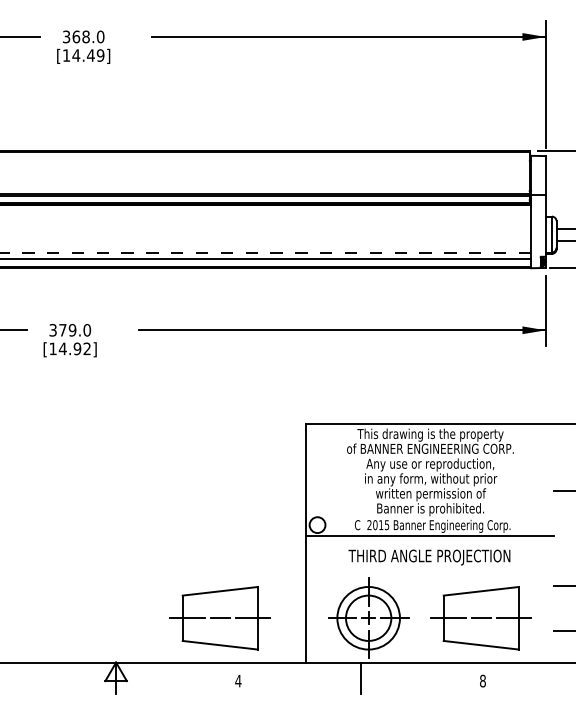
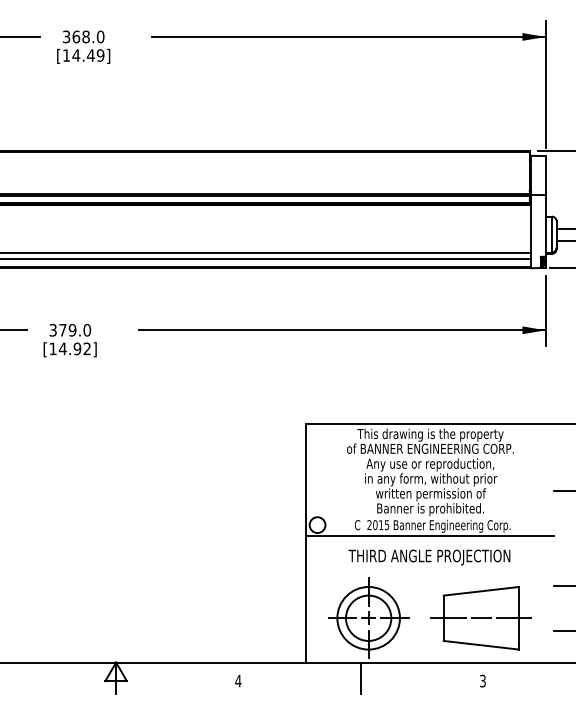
line at (265, 252): dashed -> solid
part at (219, 618): present -> none
text at (482, 680): 8 -> 3
